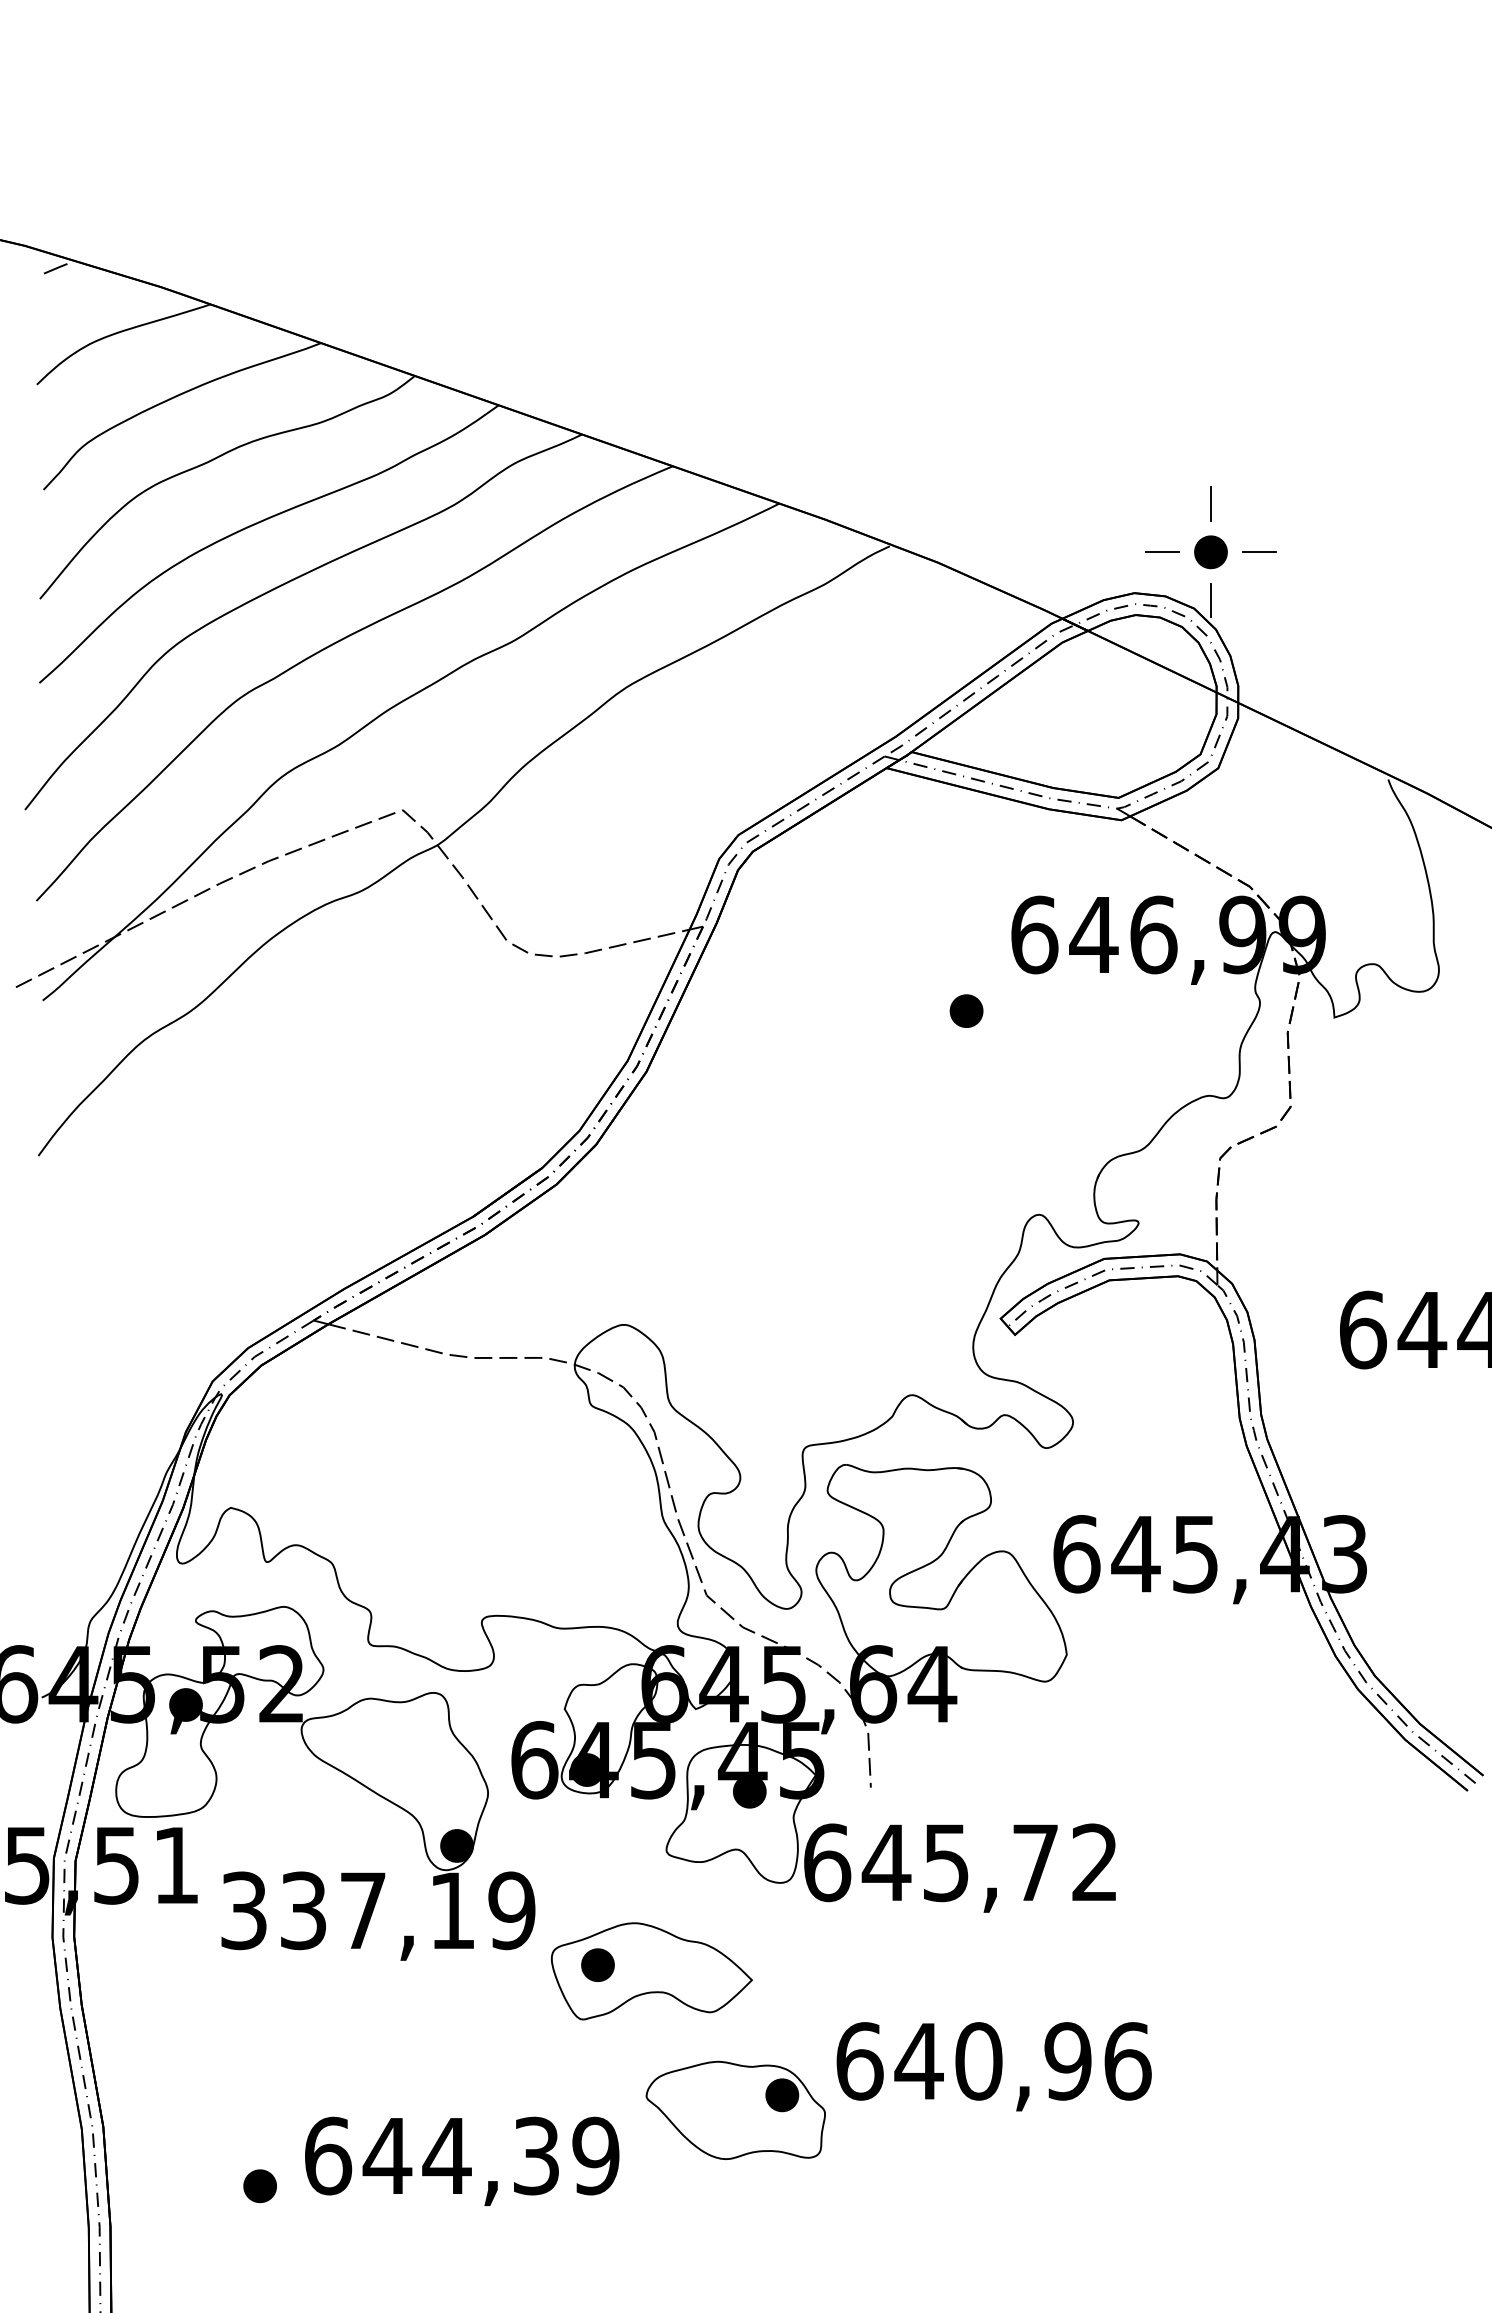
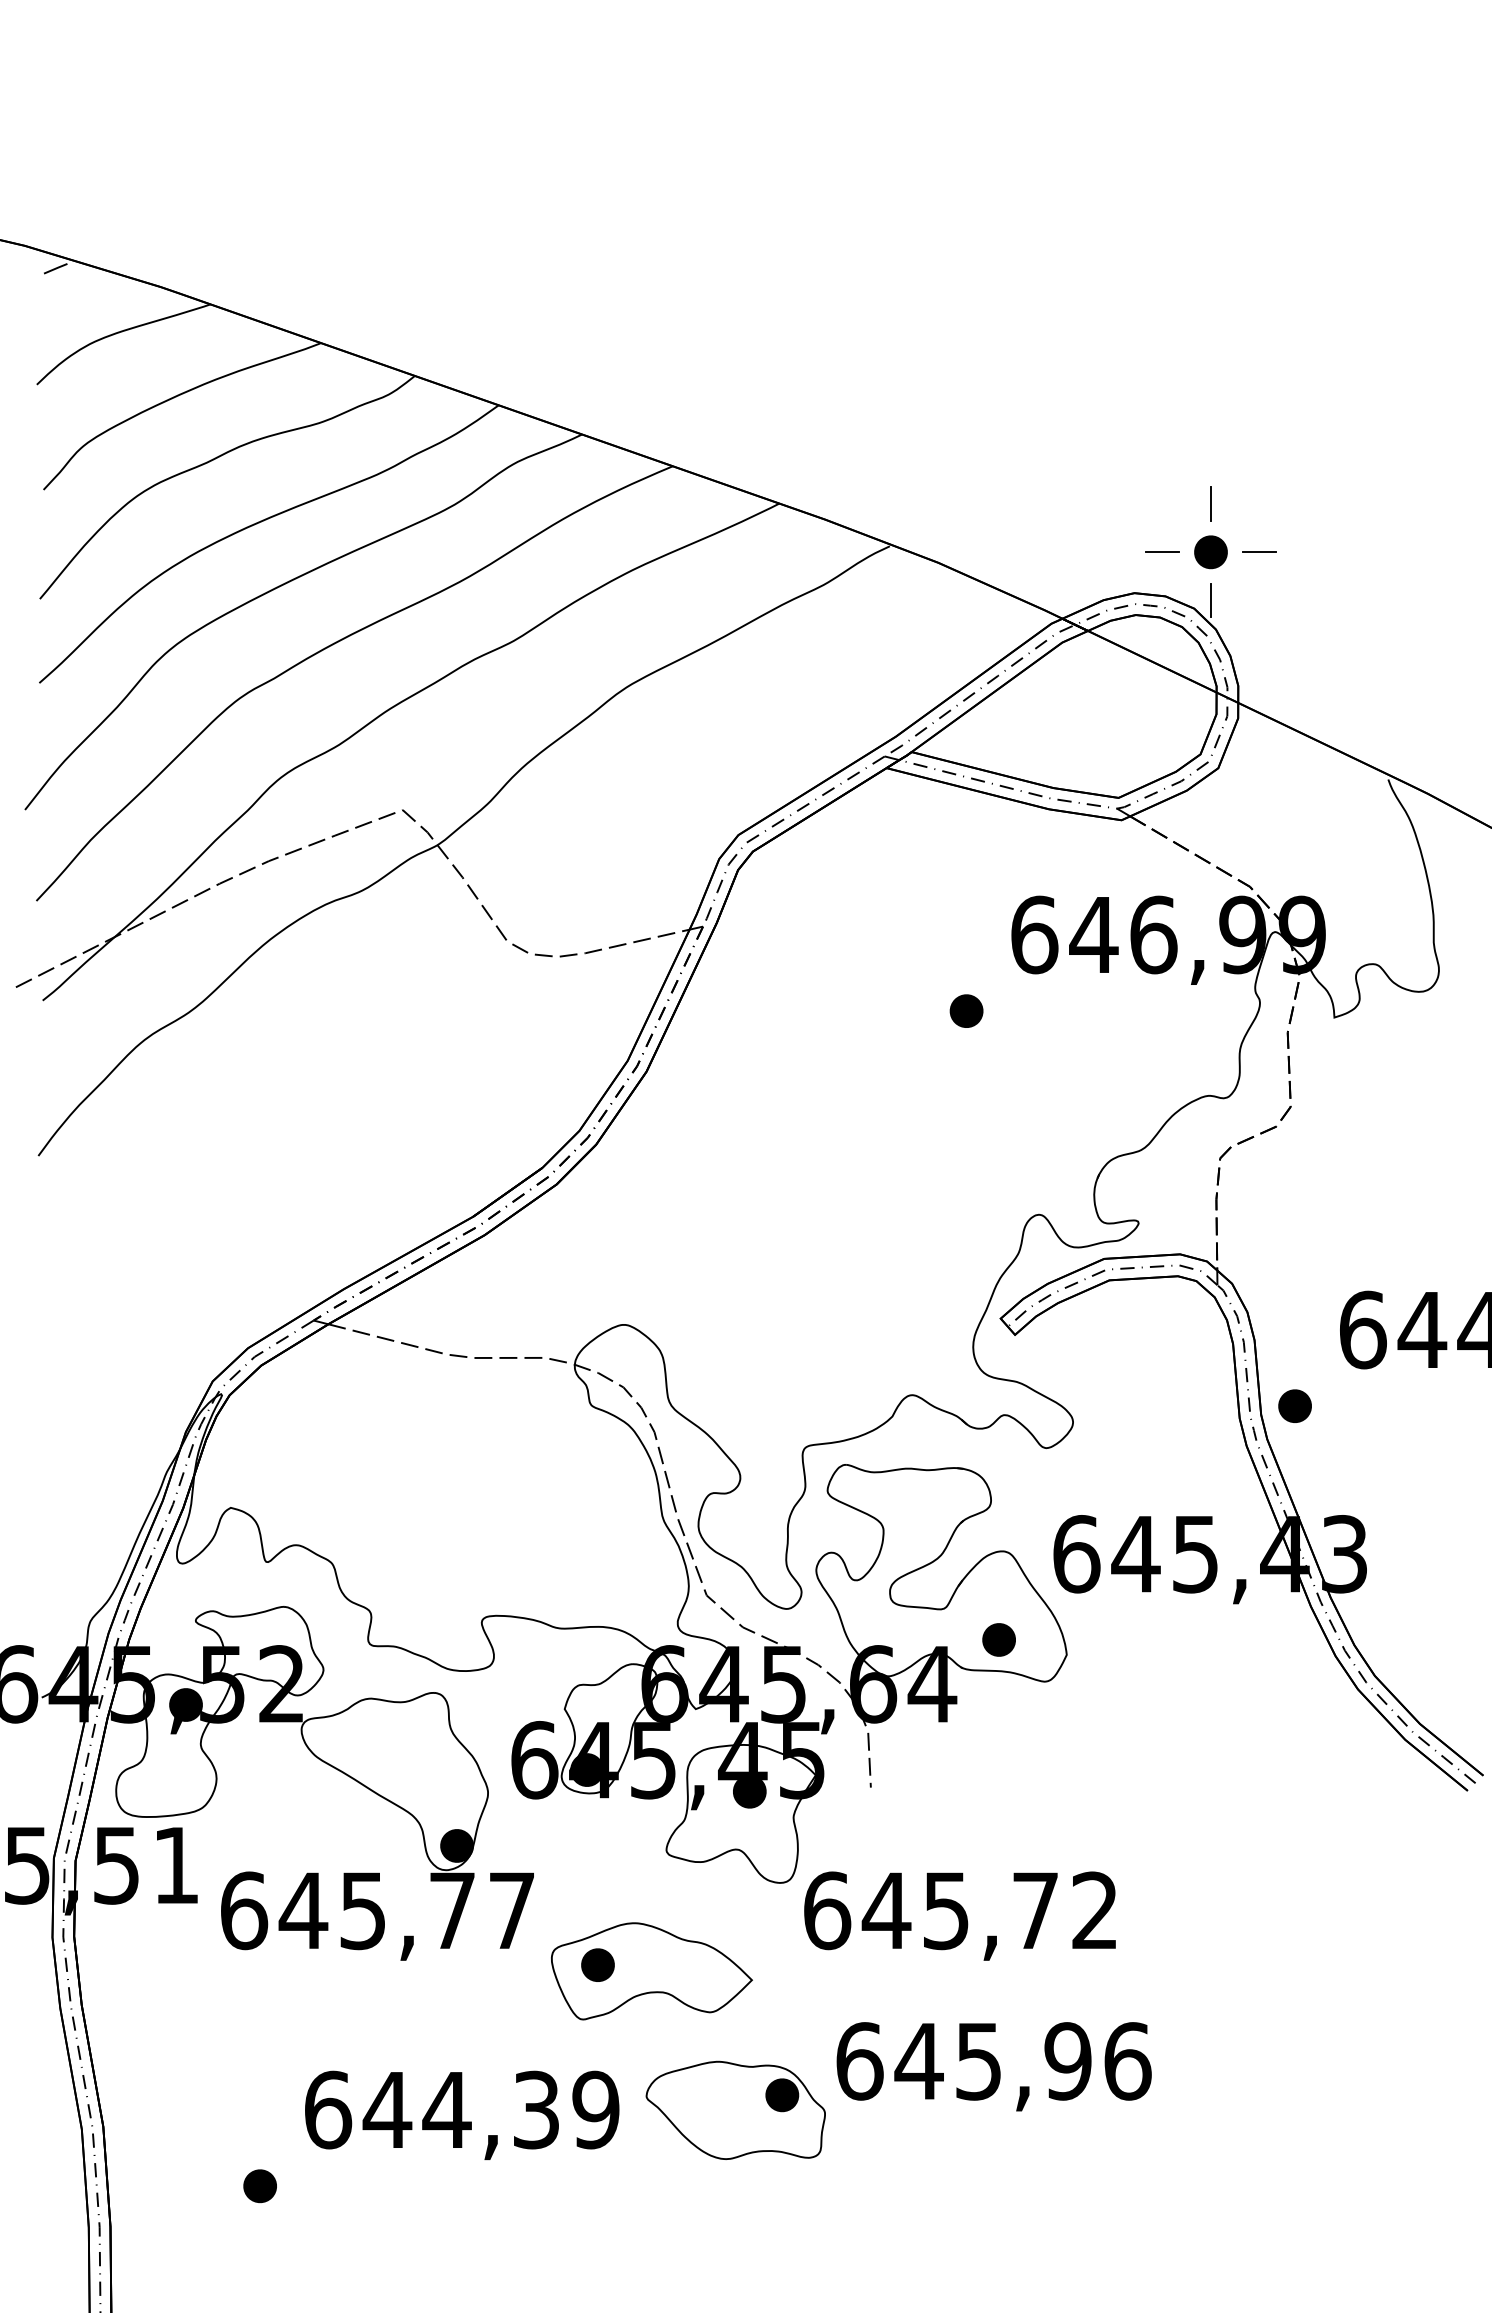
part at (1294, 1405): none -> present
part at (998, 1639): none -> present
text at (959, 1867) position: (959, 1867) -> (959, 1915)
text at (378, 1910): 337,19 -> 645,77
text at (978, 2061): 640,96 -> 645,96
text at (462, 2160) position: (462, 2160) -> (462, 2114)
